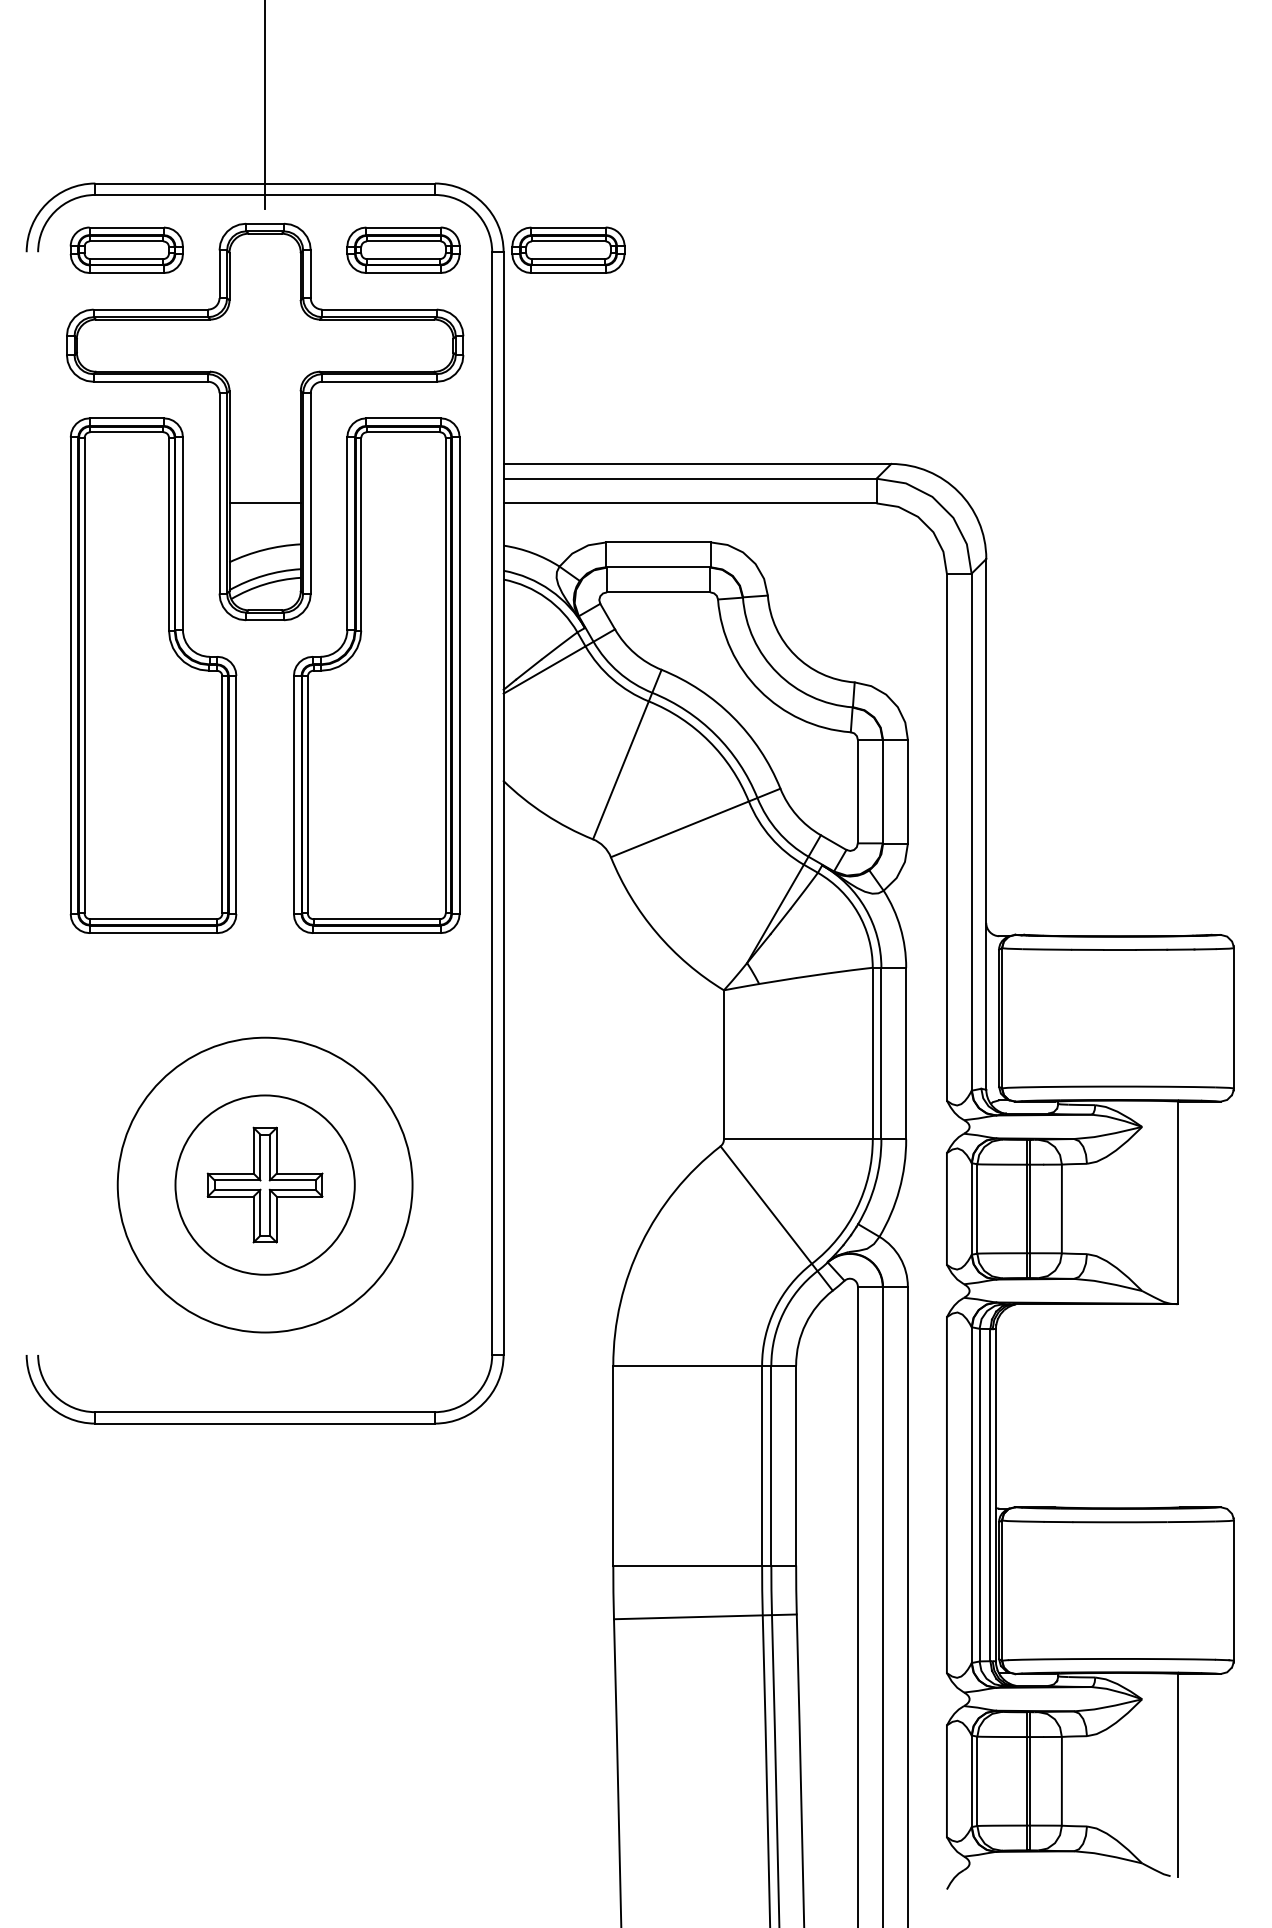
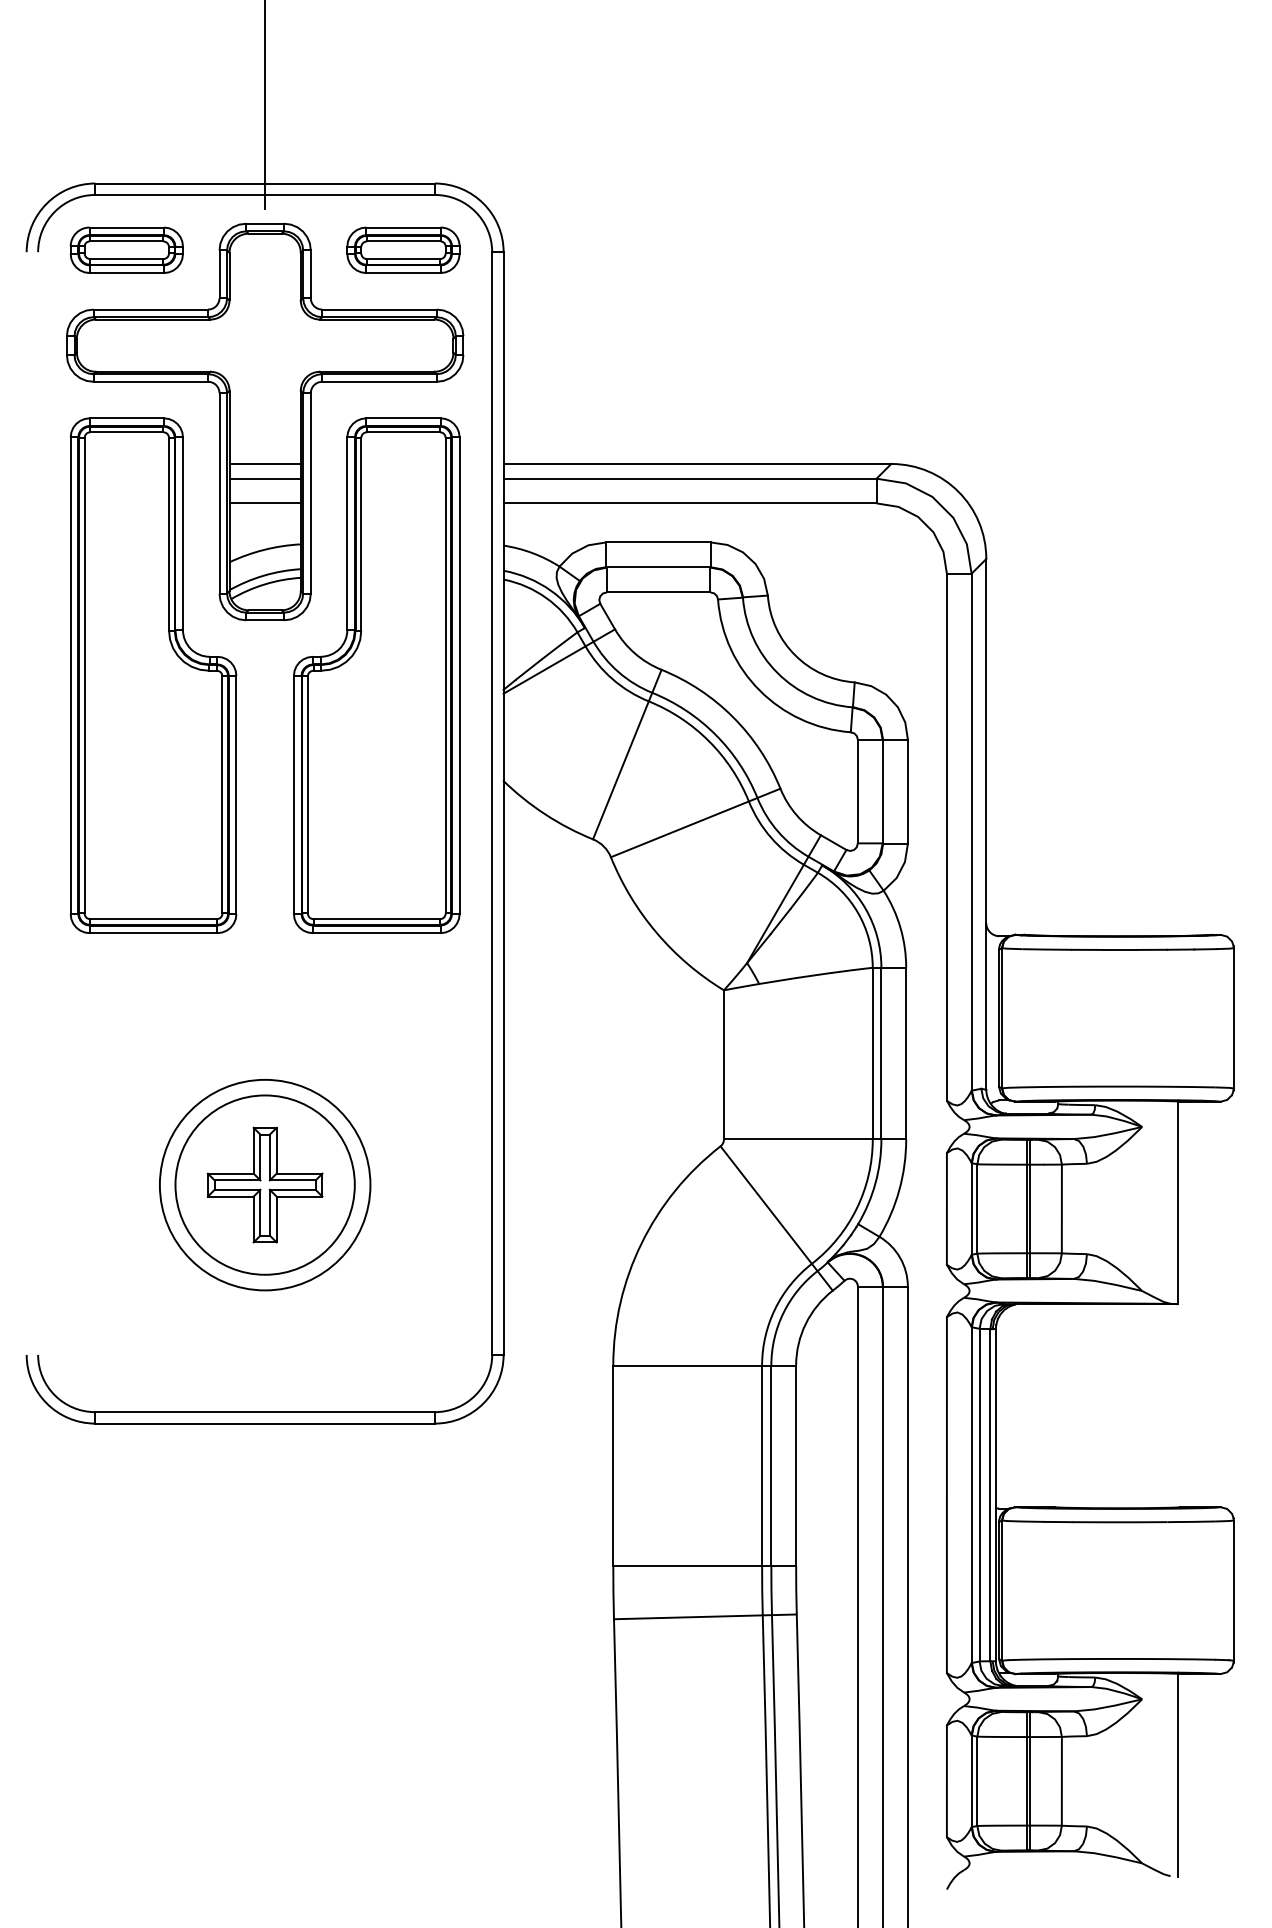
part at (568, 249): present -> none
line at (264, 463): none -> present
line at (264, 478): none -> present
circle at (264, 1184) diameter: 295 px -> 211 px
